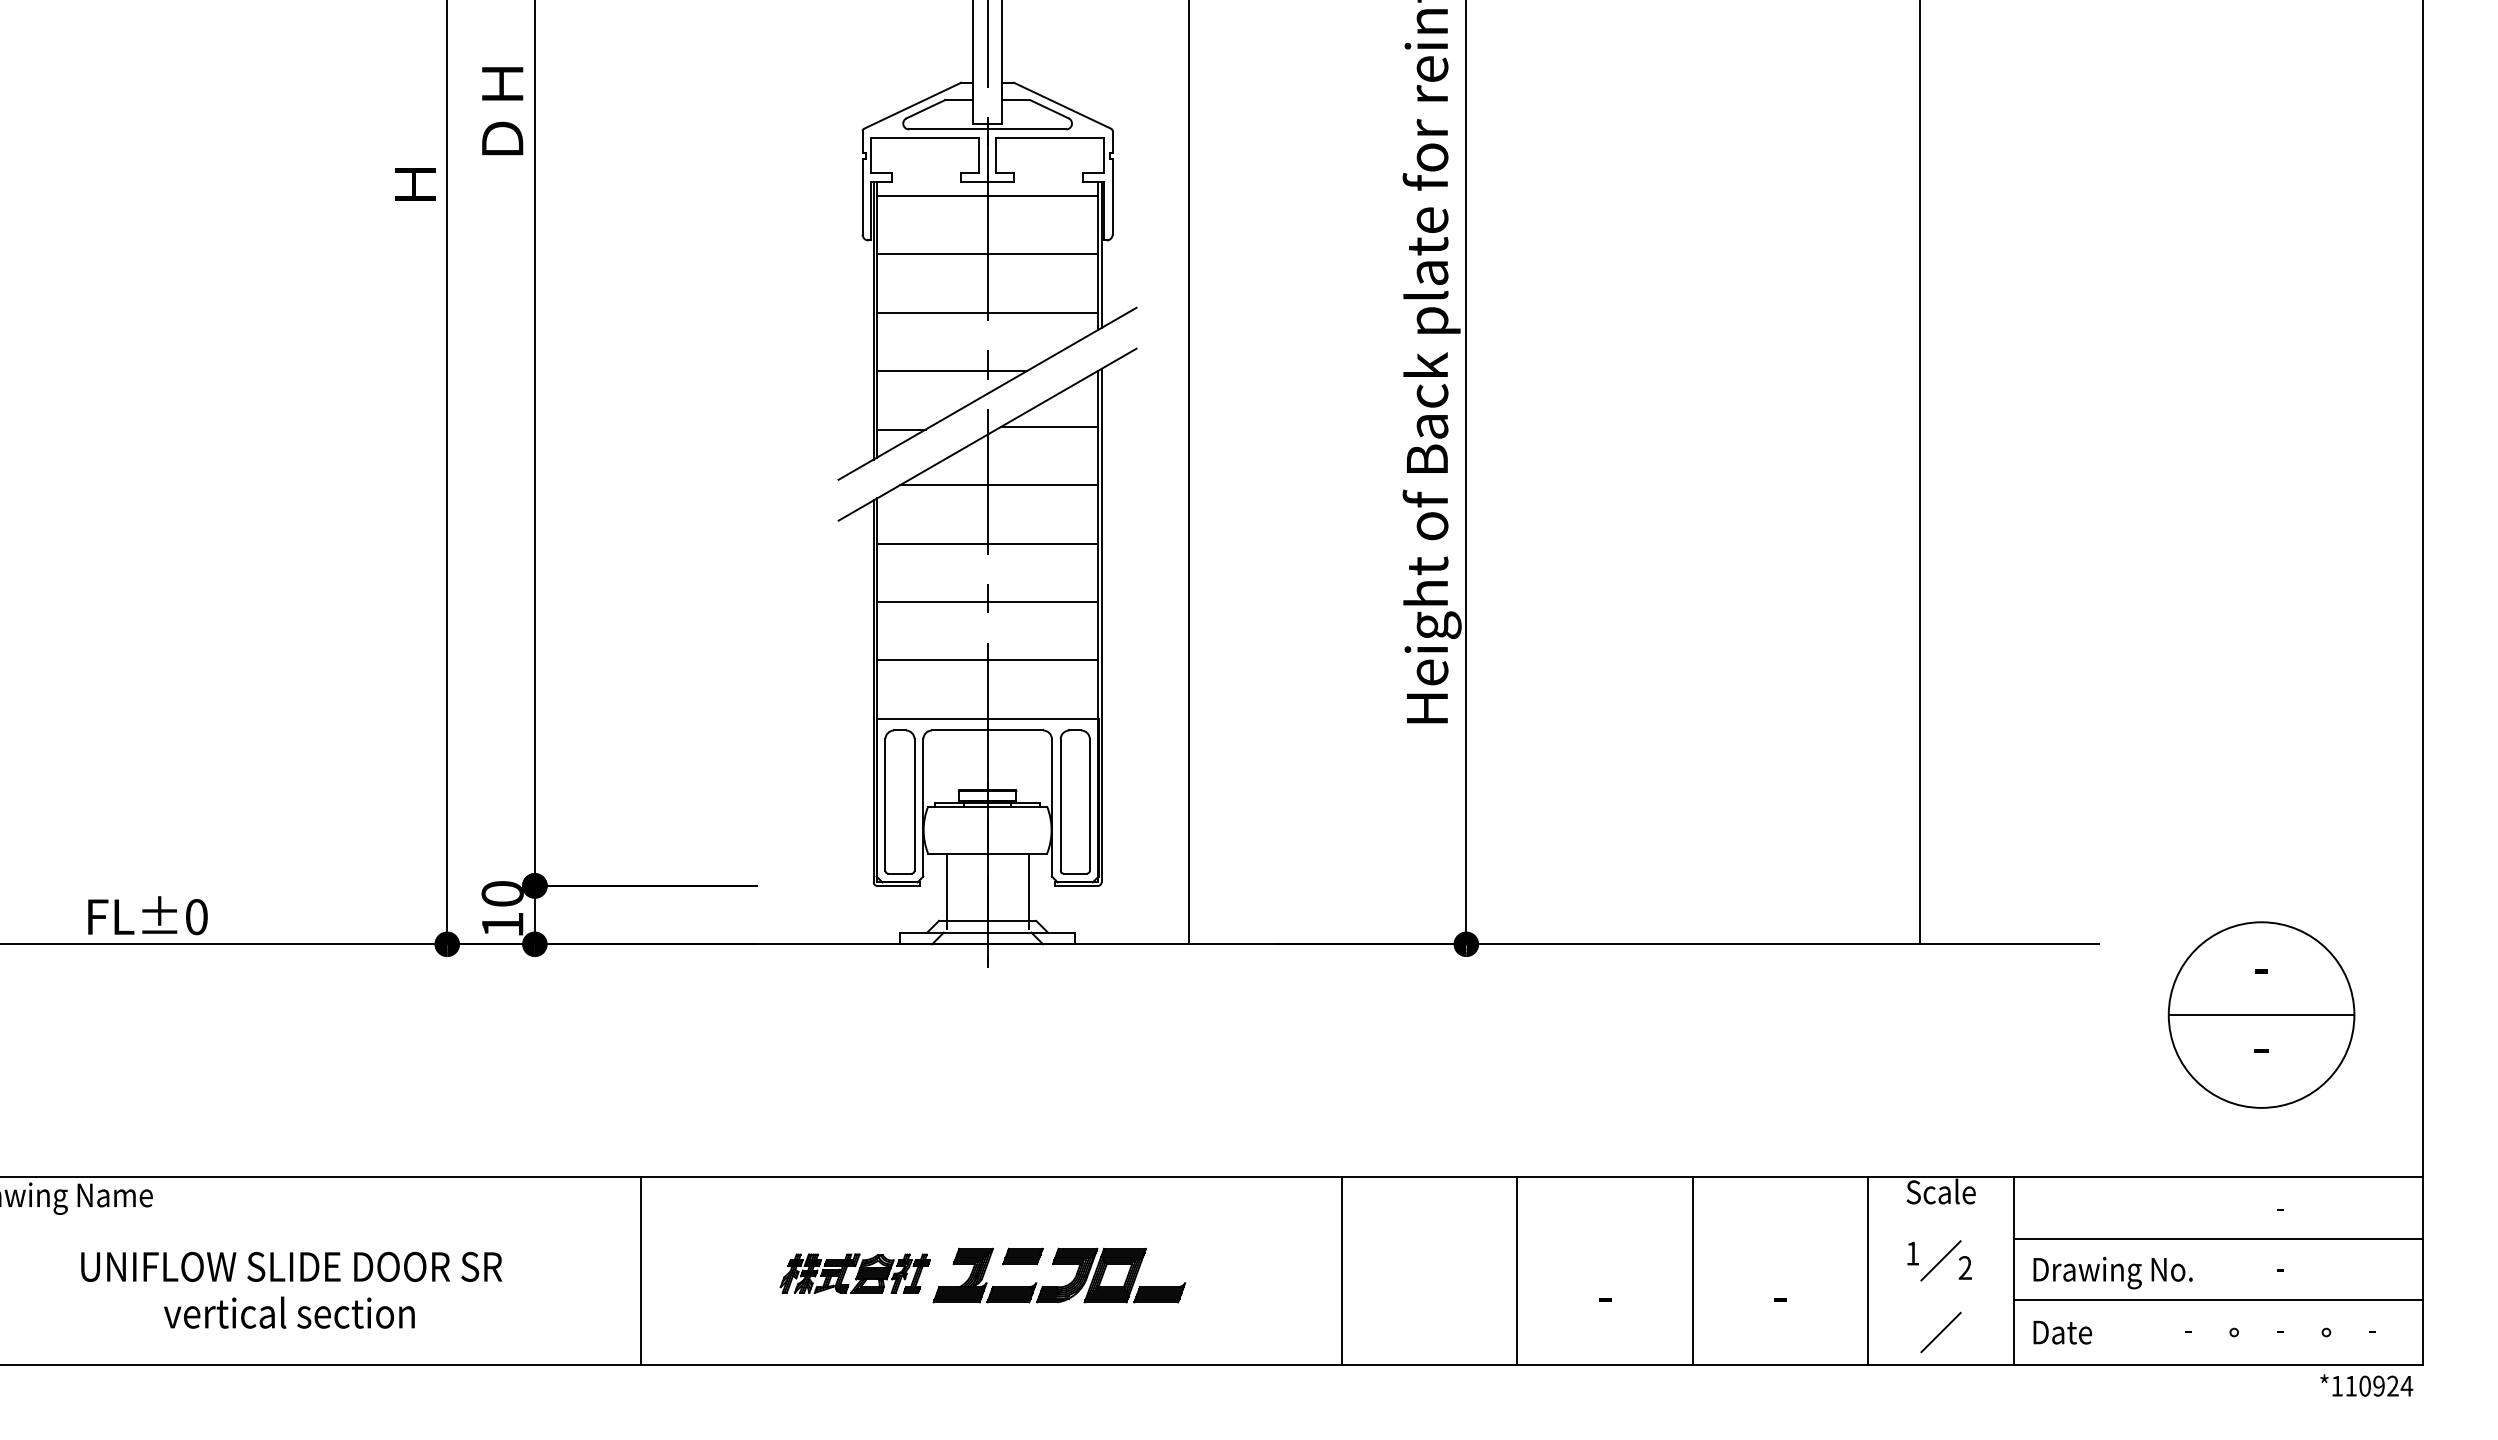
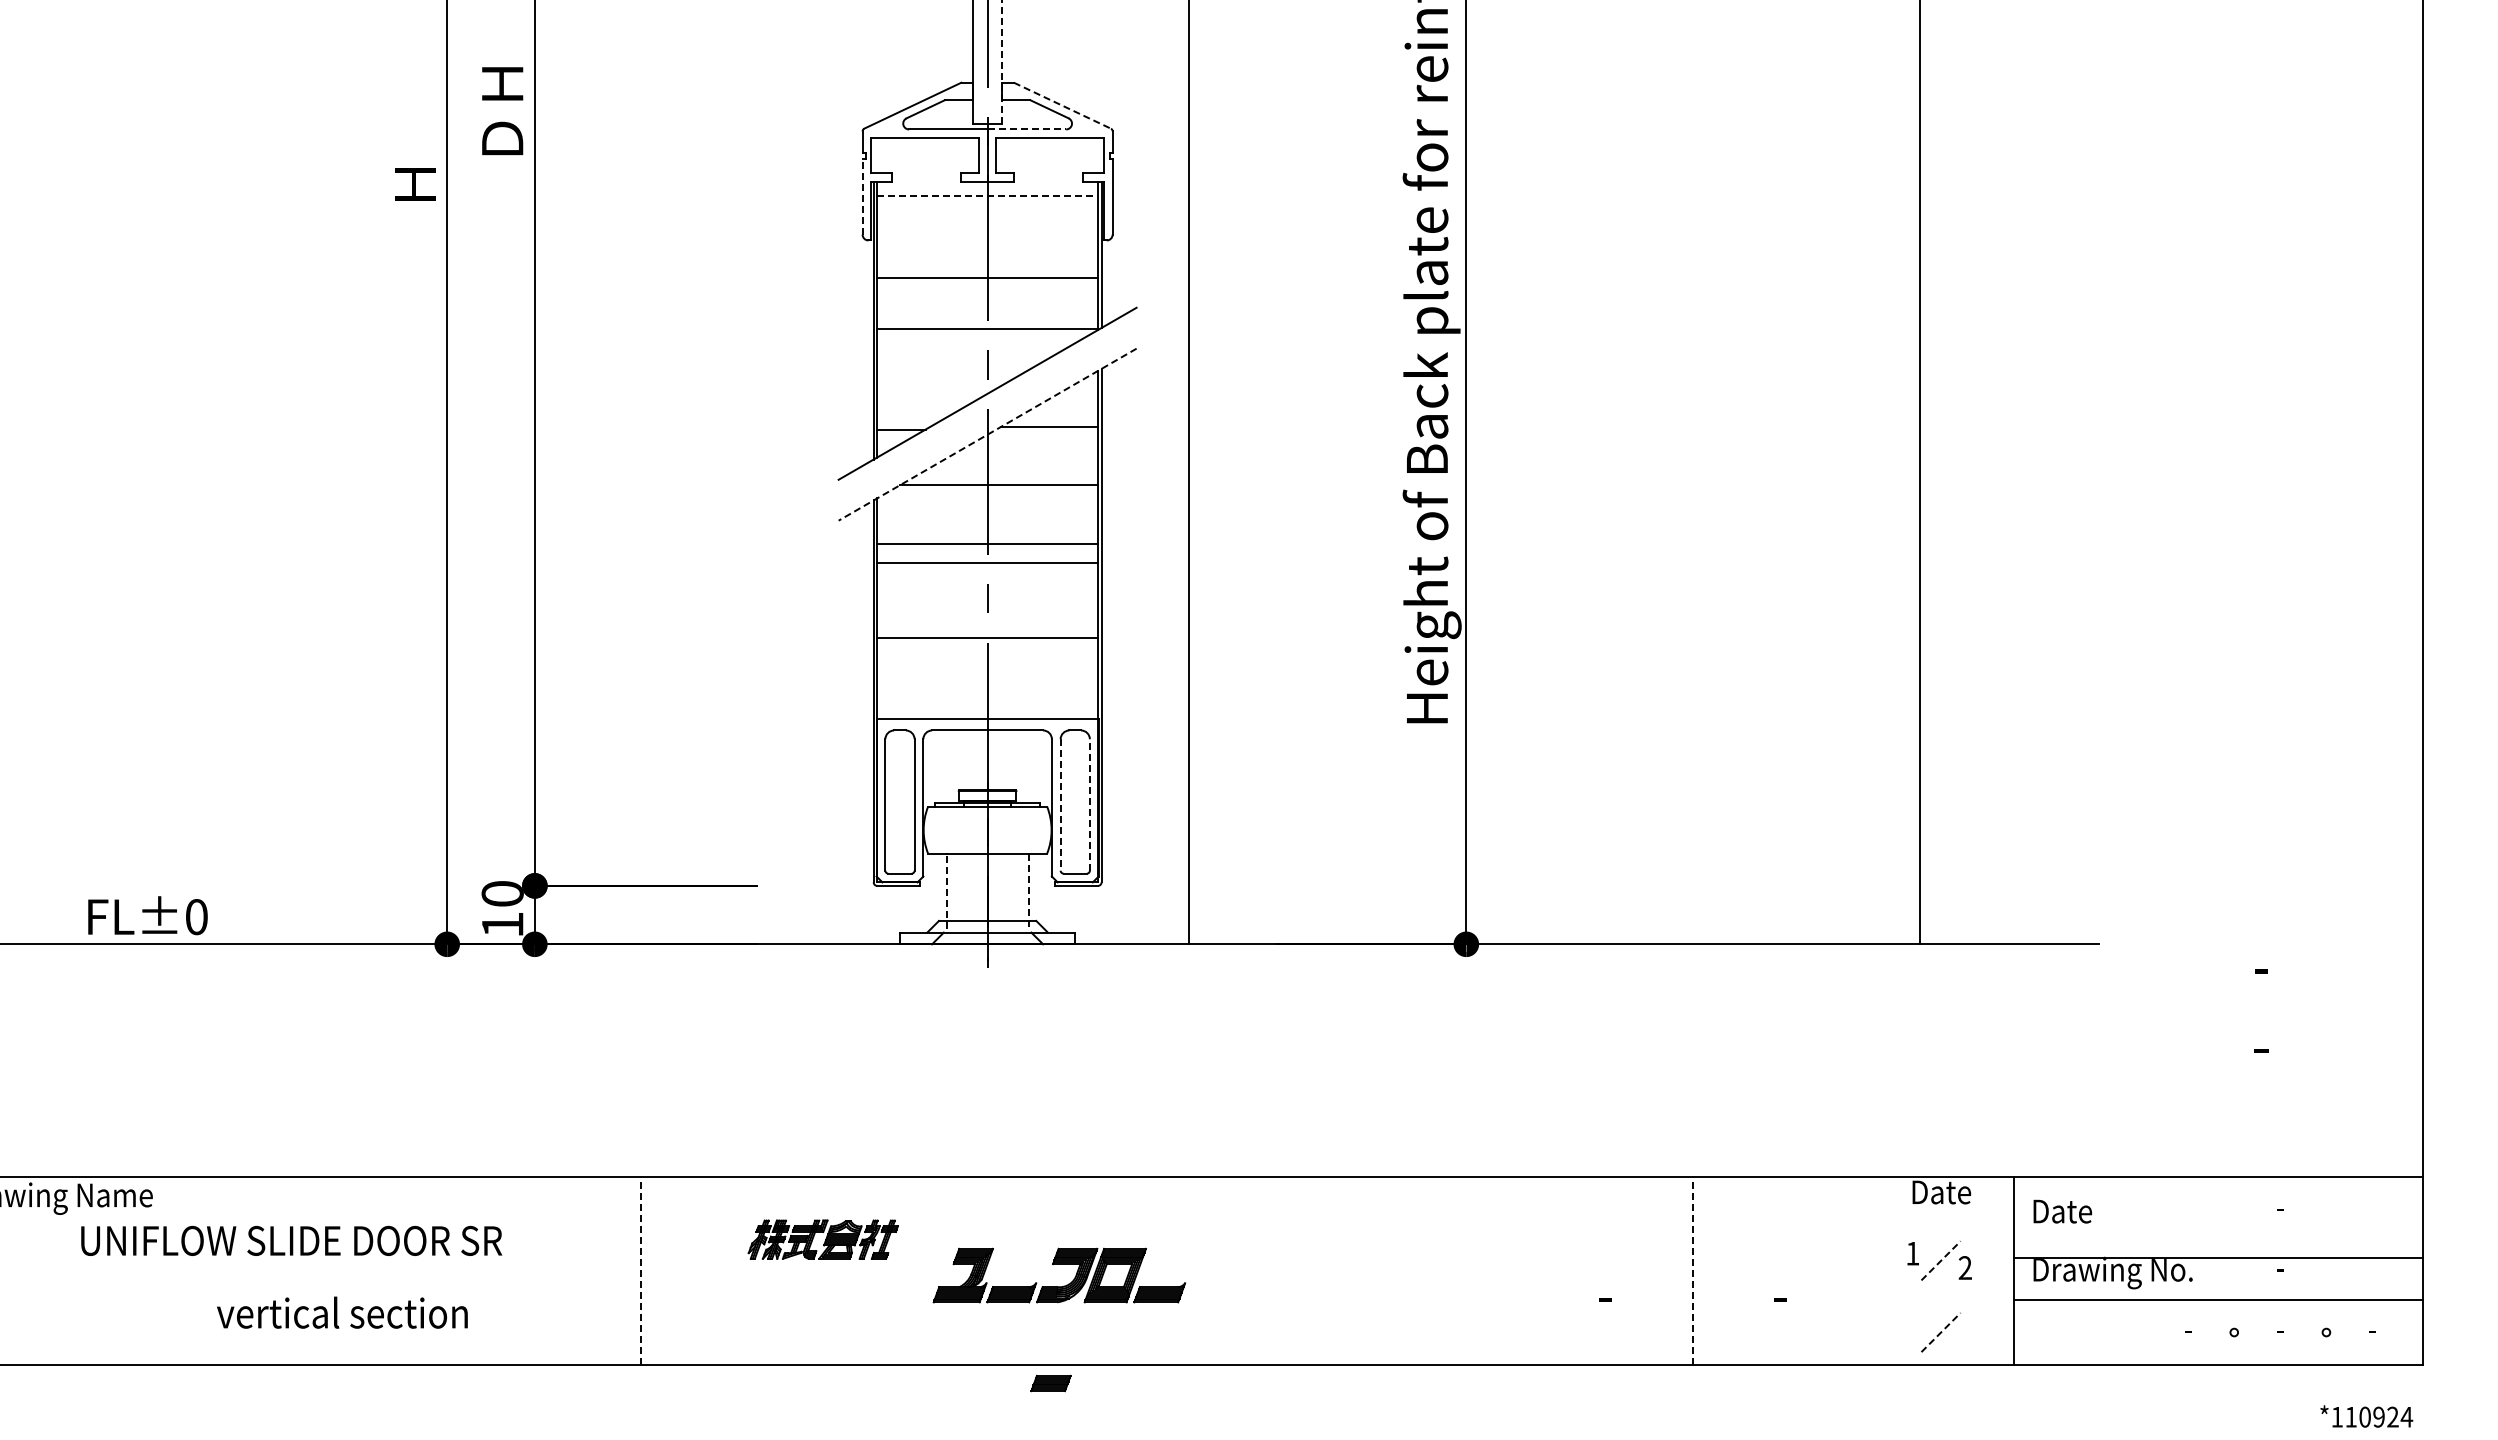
line at (1002, 61): solid -> dashed
line at (1062, 105): solid -> dashed
line at (1027, 129): solid -> dashed
line at (988, 195): solid -> dashed
line at (862, 196): solid -> dashed
line at (987, 254) position: (987, 254) -> (987, 278)
line at (987, 312) position: (987, 312) -> (987, 328)
line at (951, 371): present -> none
line at (987, 434): solid -> dashed
line at (987, 601) position: (987, 601) -> (987, 562)
line at (987, 660) position: (987, 660) -> (987, 638)
line at (1060, 804): solid -> dashed
line at (1089, 804): solid -> dashed
line at (946, 891): solid -> dashed
line at (1028, 891): solid -> dashed
part at (2261, 1014): present -> none
text at (1940, 1191): Scale -> Date
line at (2218, 1239) position: (2218, 1239) -> (2218, 1258)
part at (1022, 1256) position: (1022, 1256) -> (1050, 1383)
line at (1941, 1260): solid -> dashed
text at (291, 1266) position: (291, 1266) -> (291, 1240)
line at (641, 1270): solid -> dashed
line at (1342, 1270): present -> none
line at (1517, 1270): present -> none
line at (1692, 1270): solid -> dashed
line at (1868, 1270): present -> none
part at (854, 1273) position: (854, 1273) -> (822, 1239)
text at (289, 1312) position: (289, 1312) -> (342, 1312)
line at (1941, 1332): solid -> dashed
text at (2062, 1332) position: (2062, 1332) -> (2062, 1211)
text at (2366, 1385) position: (2366, 1385) -> (2366, 1416)
